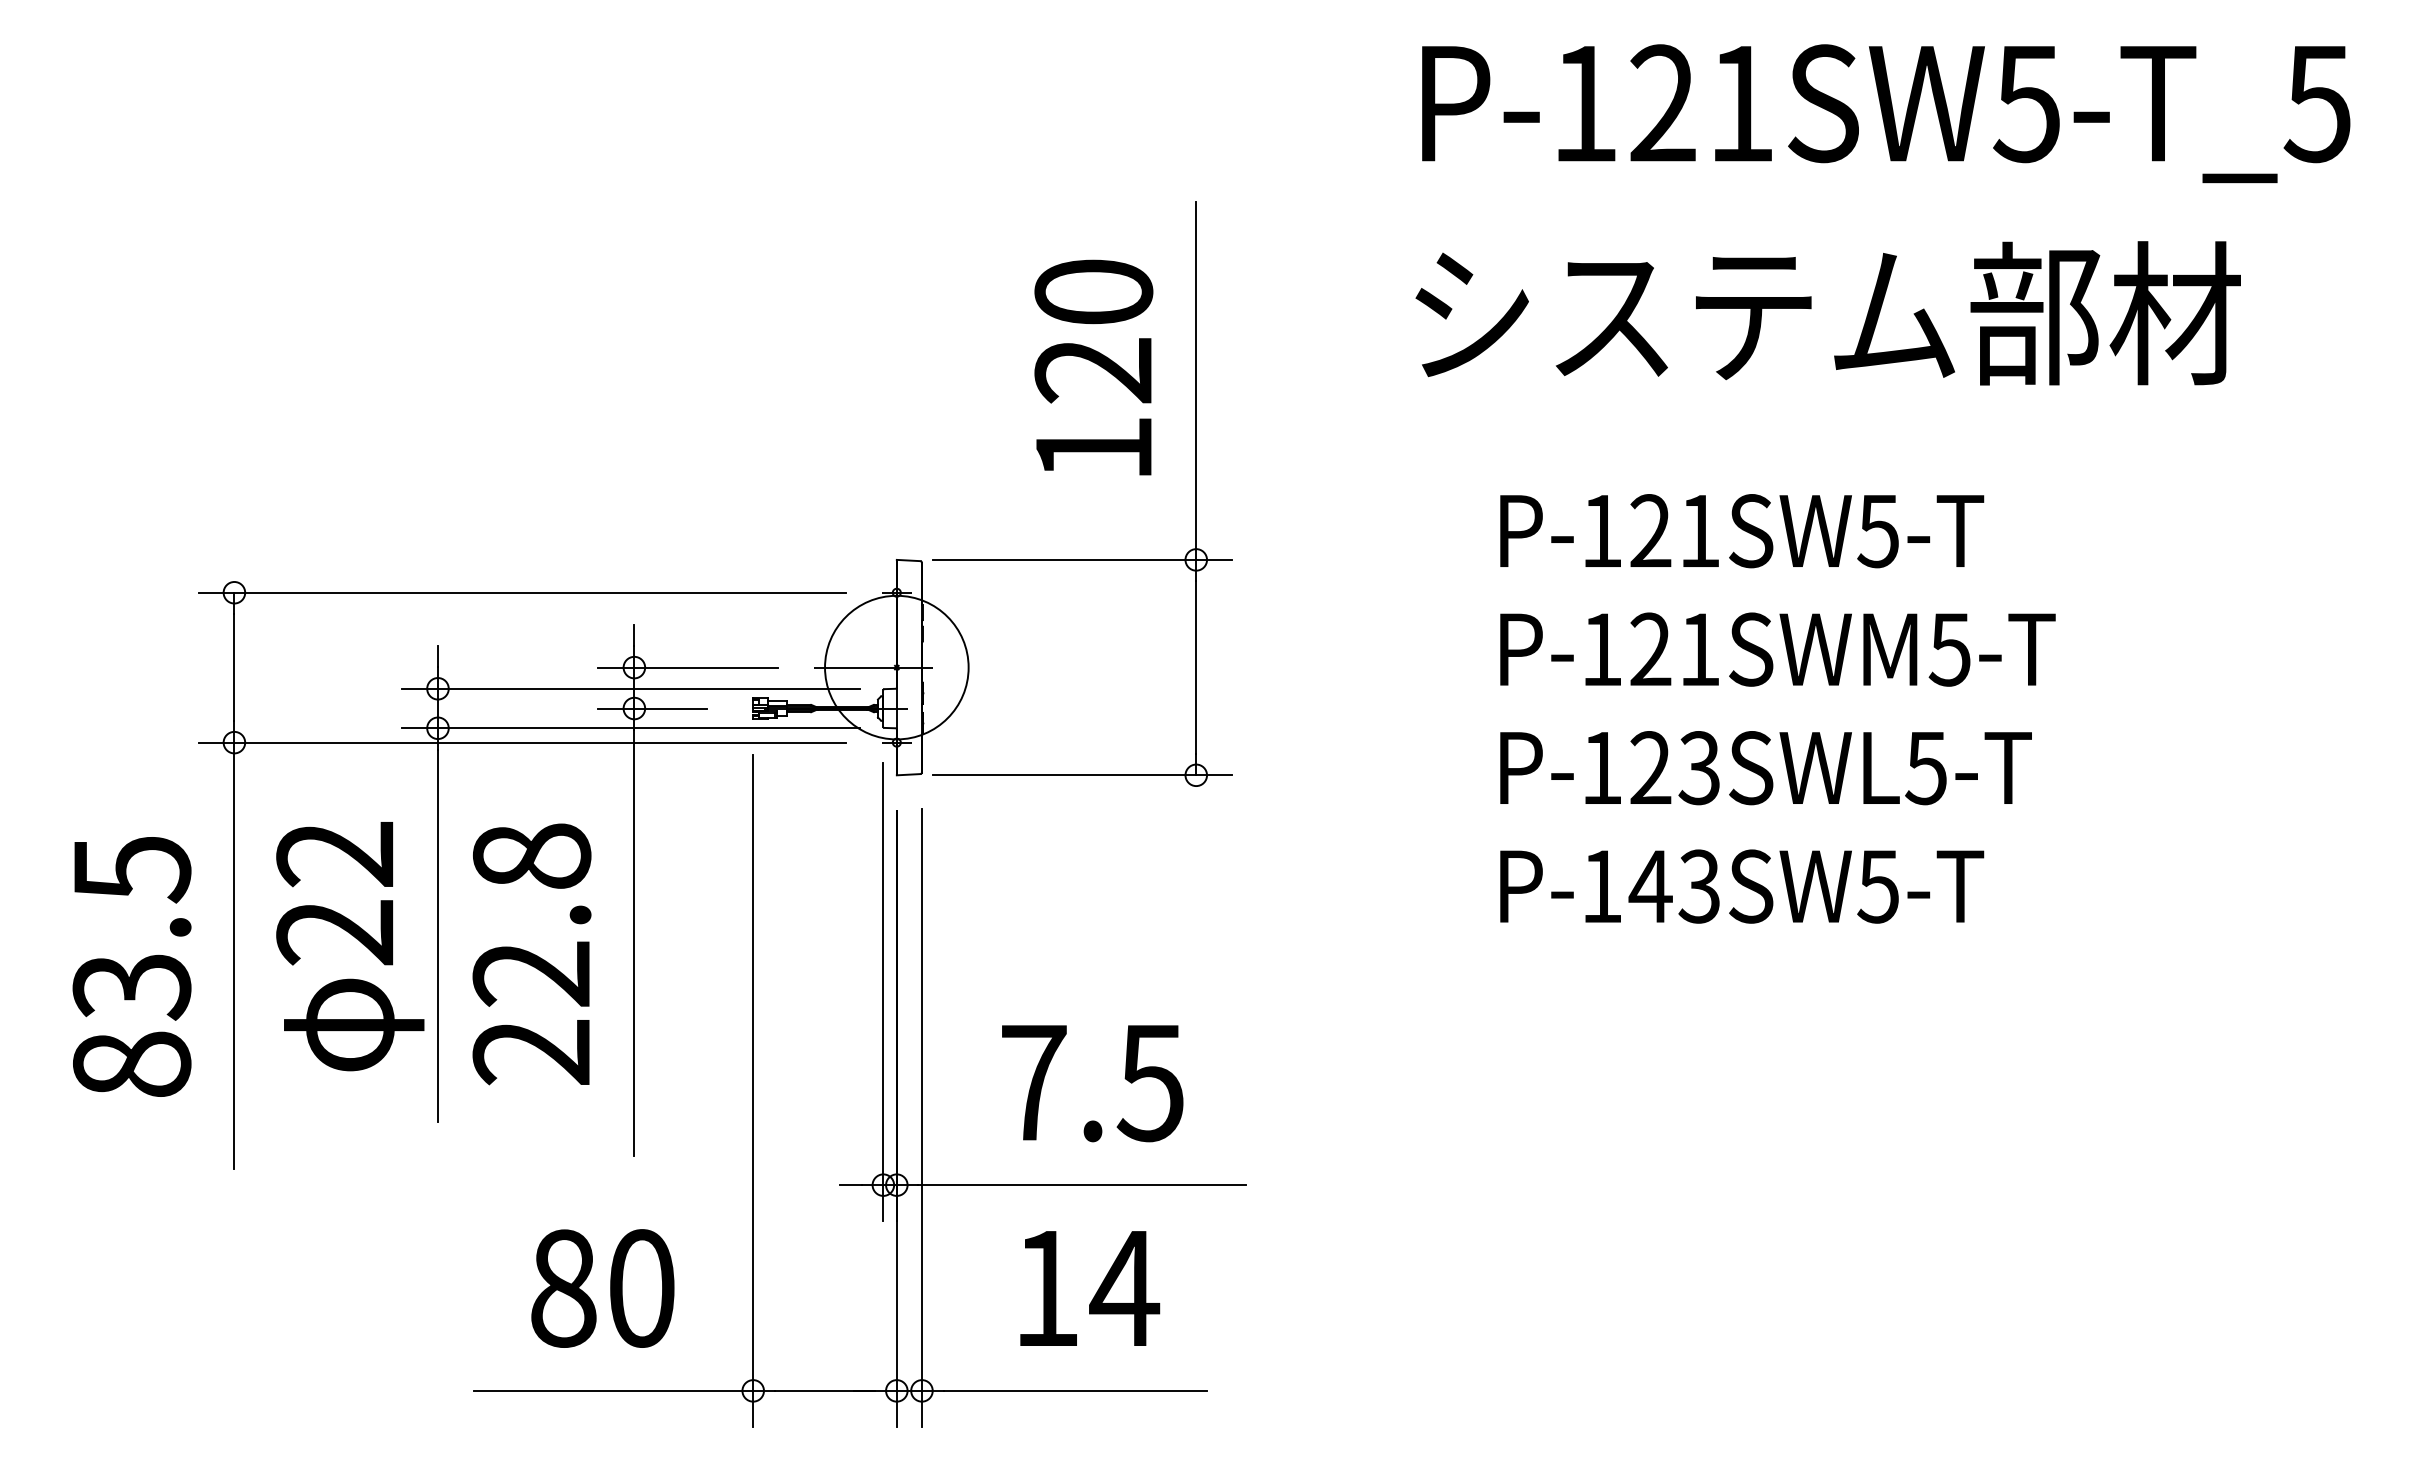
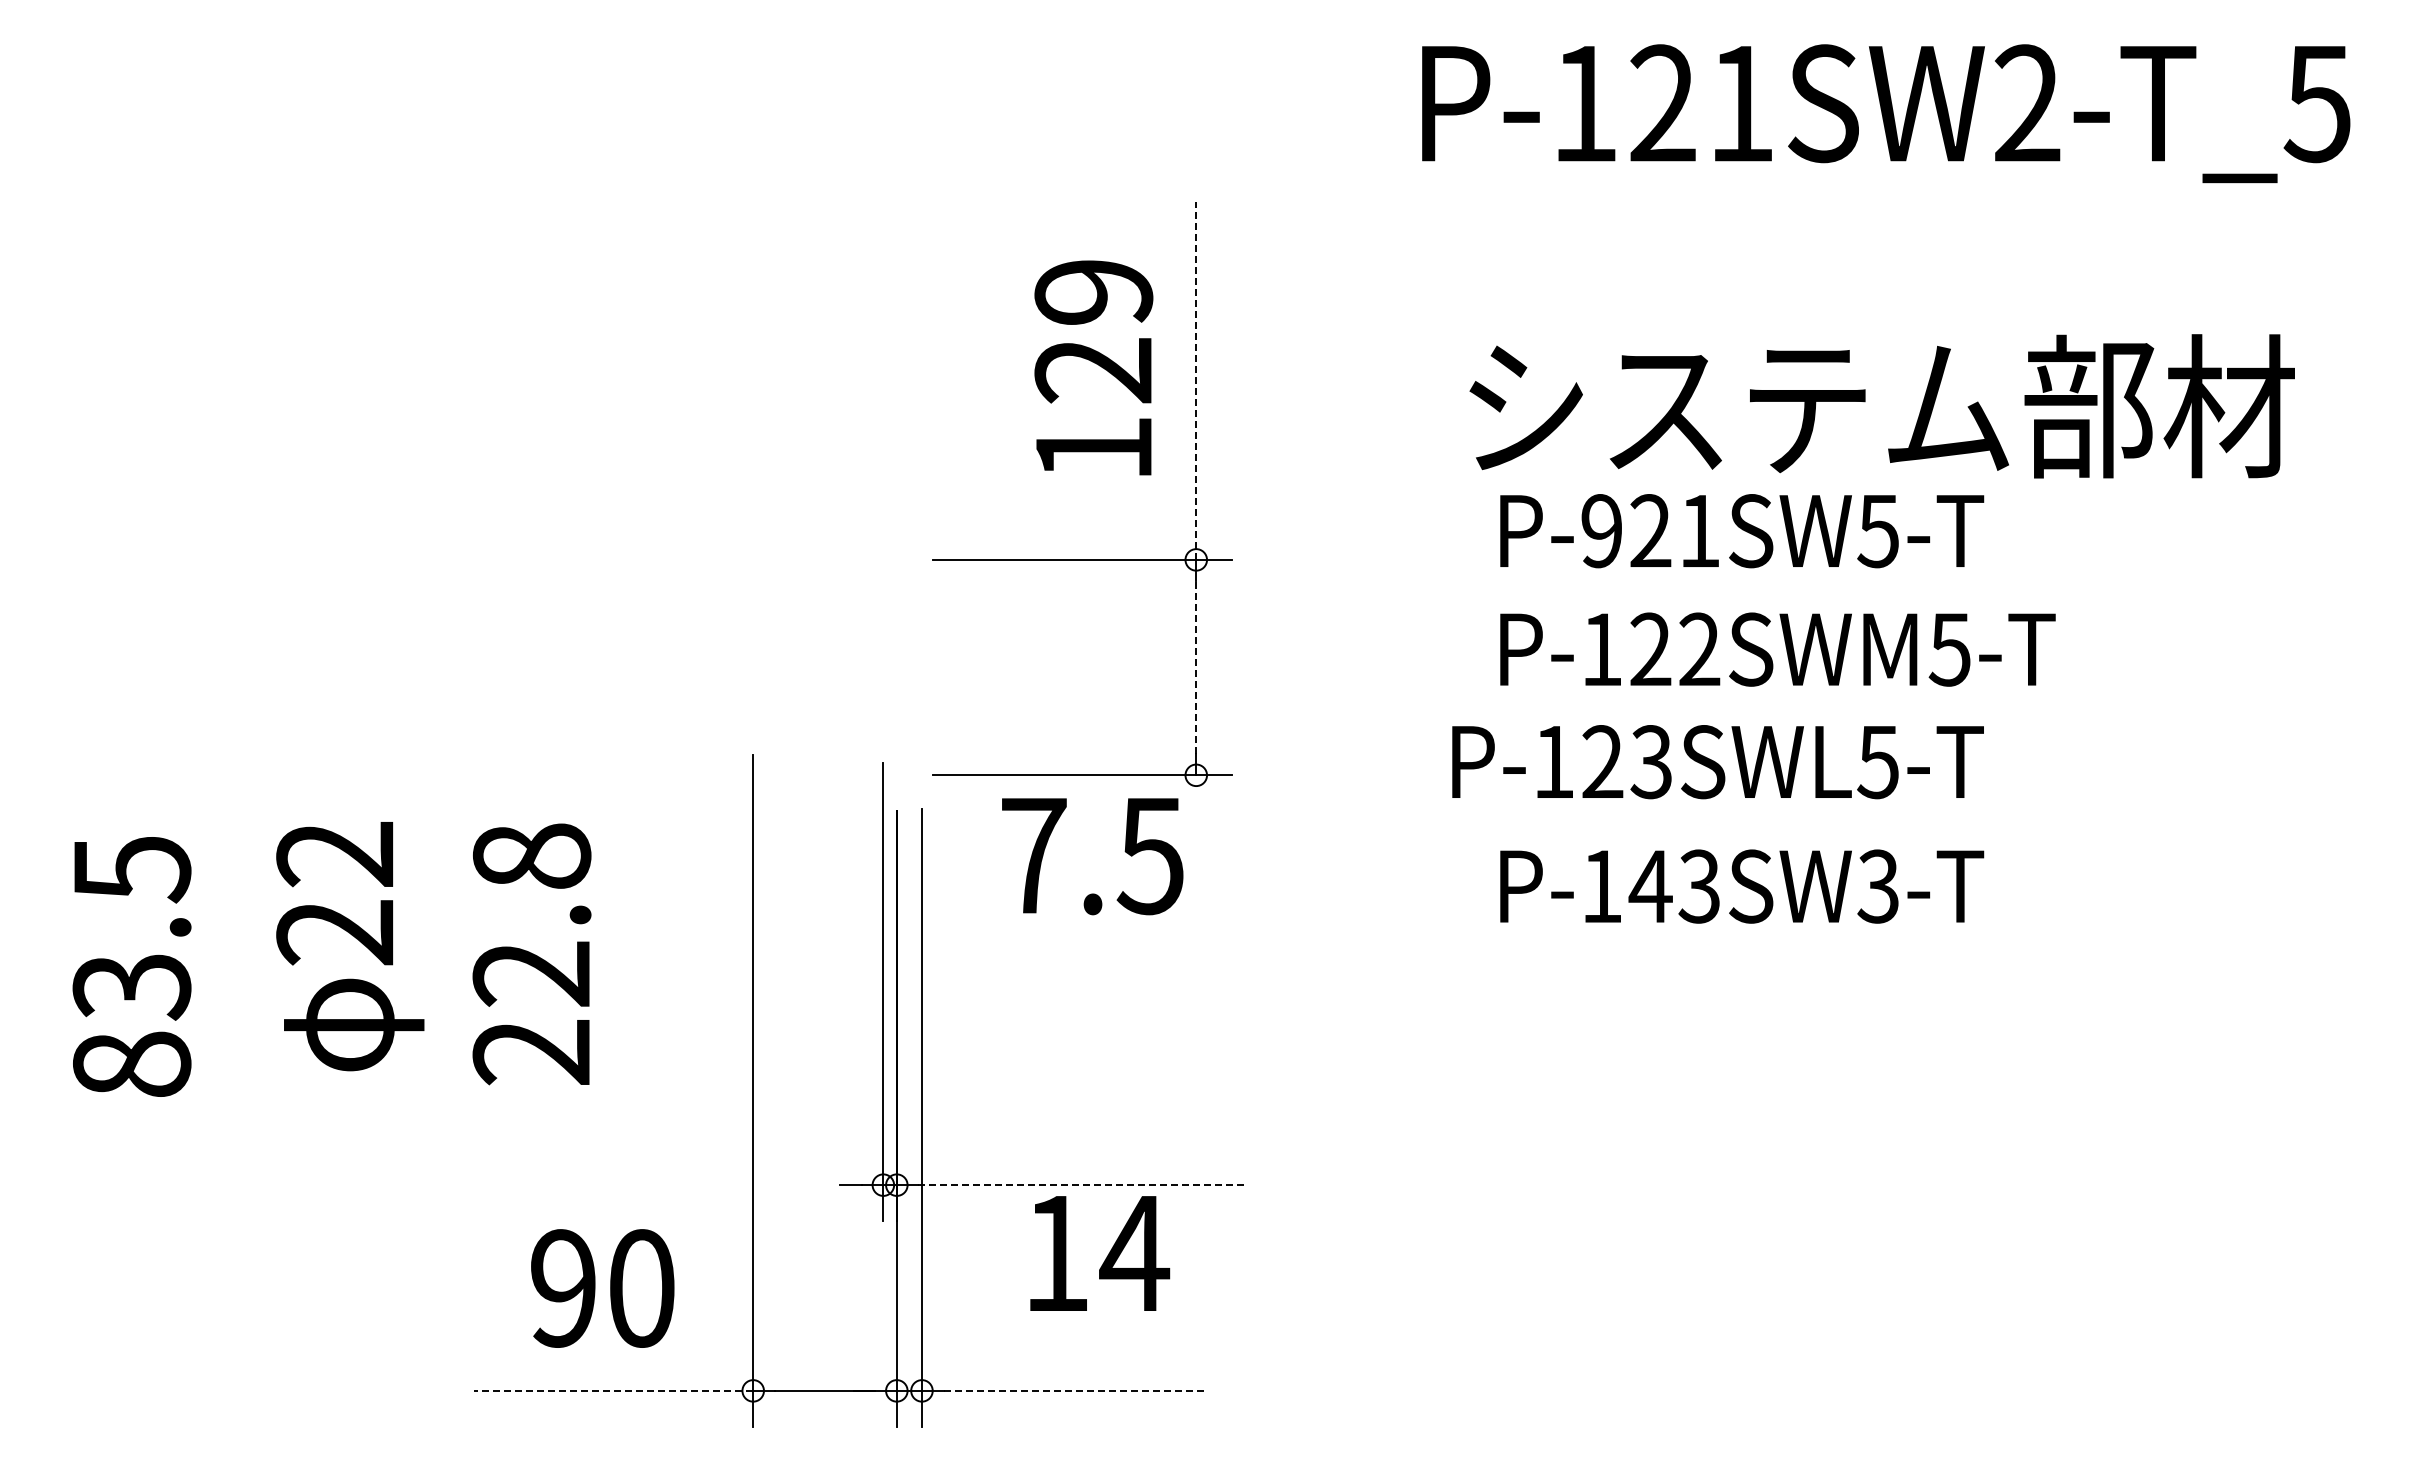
text at (2026, 103): P-121SW5-T_5 -> P-121SW2-T_5
text at (1093, 291): 120 -> 129
text at (1827, 313) position: (1827, 313) -> (1881, 406)
line at (1196, 381): solid -> dashed
text at (1601, 531): P-121SW5-T -> P-921SW5-T
text at (1699, 648): P-121SWM5-T -> P-122SWM5-T
line at (1196, 667): solid -> dashed
text at (1765, 768) position: (1765, 768) -> (1717, 762)
part at (633, 864): present -> none
text at (1877, 886): P-143SW5-T -> P-143SW3-T
text at (1092, 1083) position: (1092, 1083) -> (1092, 856)
line at (1082, 1185): solid -> dashed
text at (563, 1288): 80 -> 90
text at (1090, 1288) position: (1090, 1288) -> (1100, 1253)
line at (613, 1390): solid -> dashed
line at (1075, 1390): solid -> dashed
